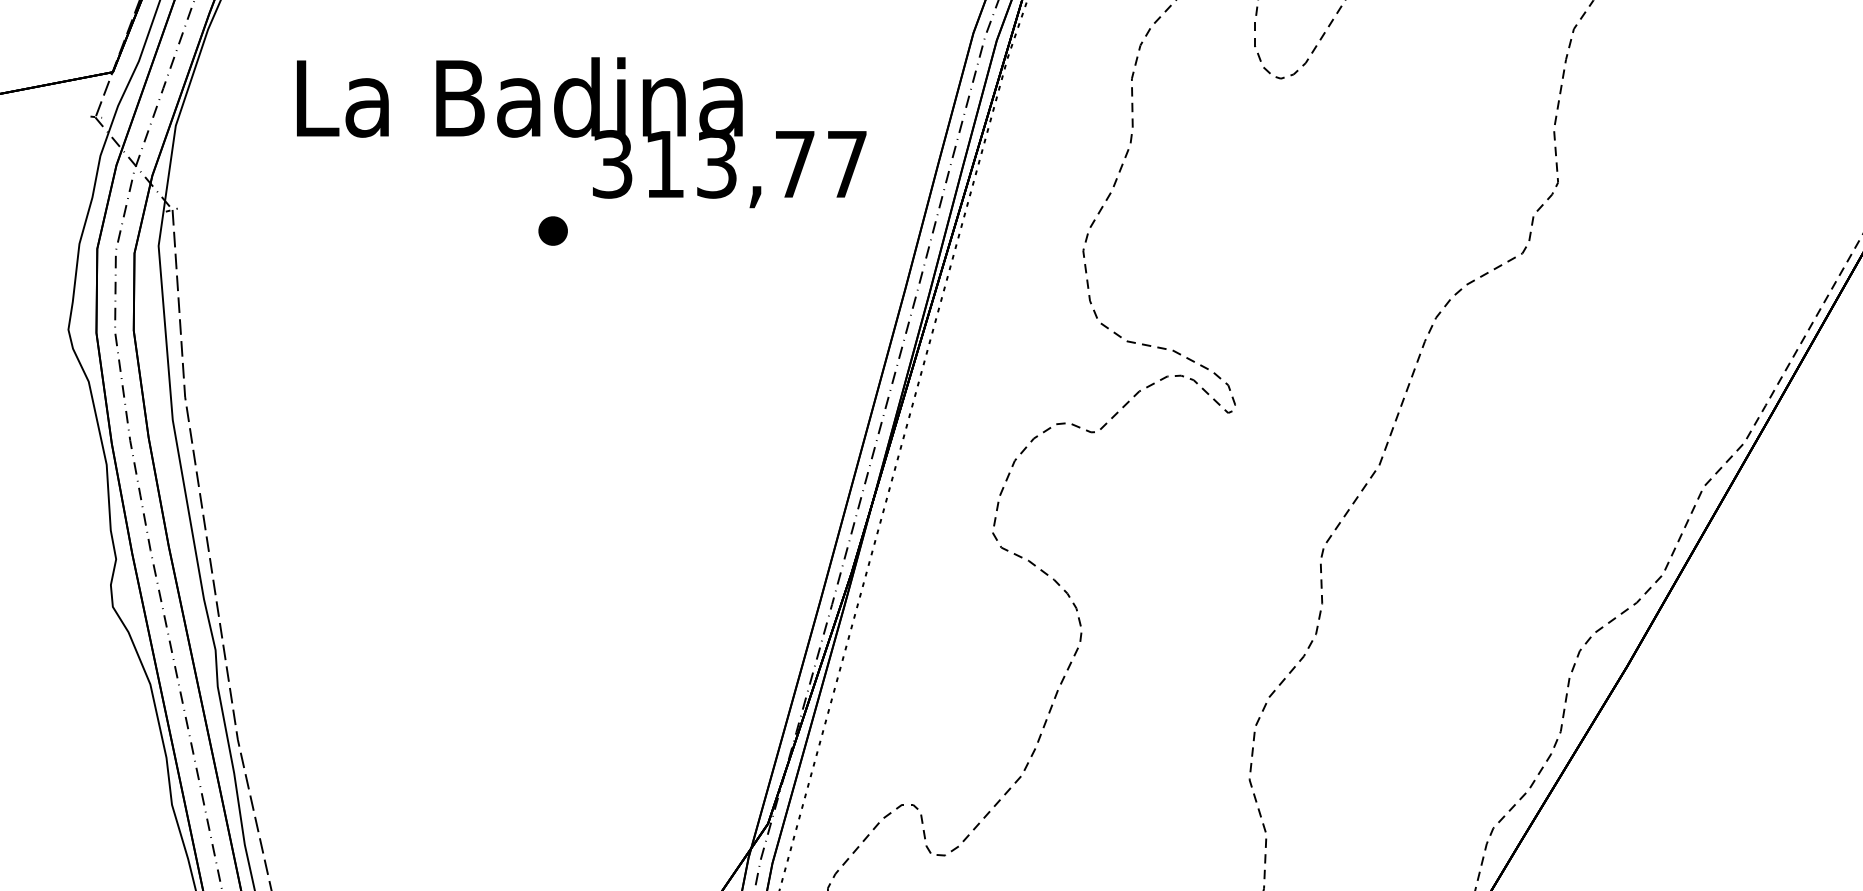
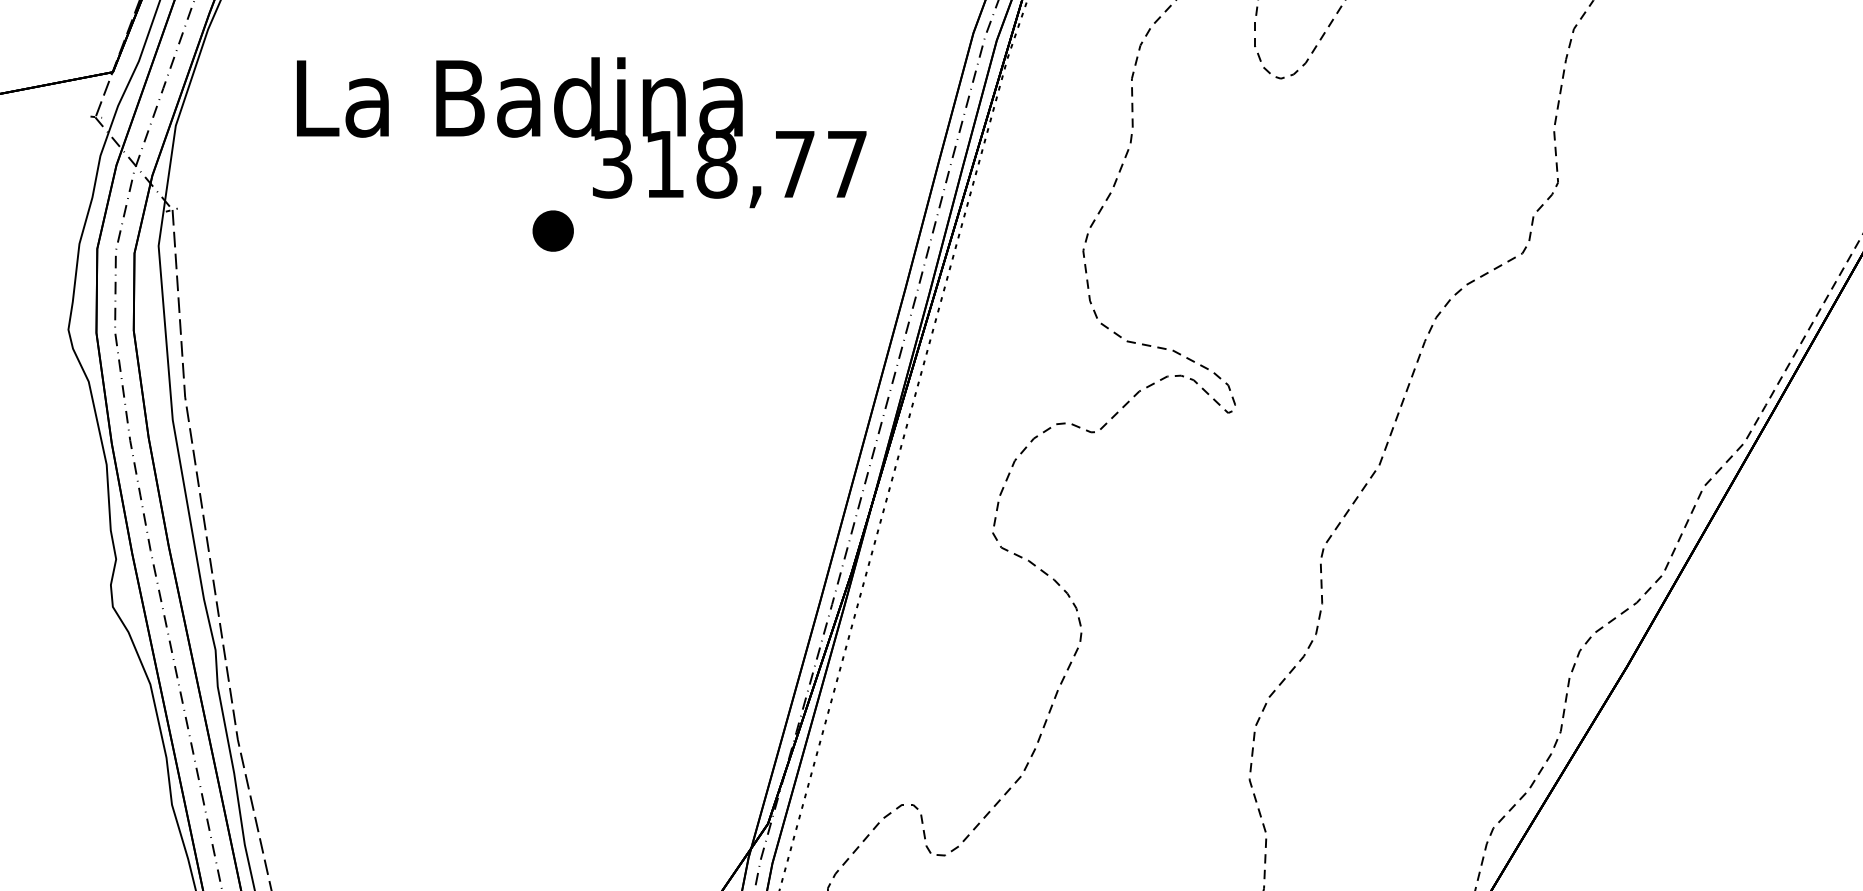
text at (716, 164): 313,77 -> 318,77
part at (552, 230) size: 30x30 px -> 42x42 px
